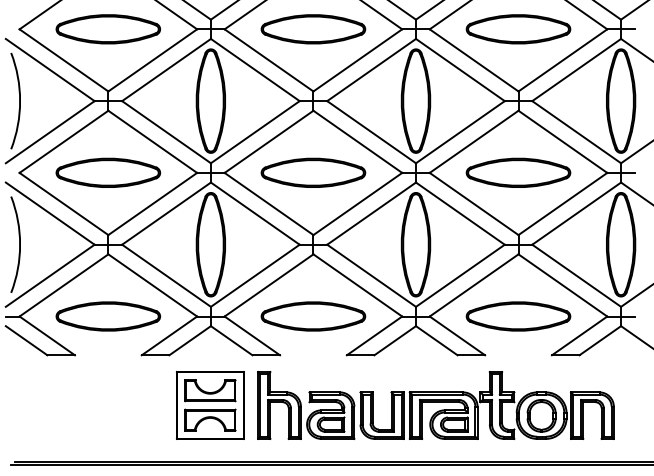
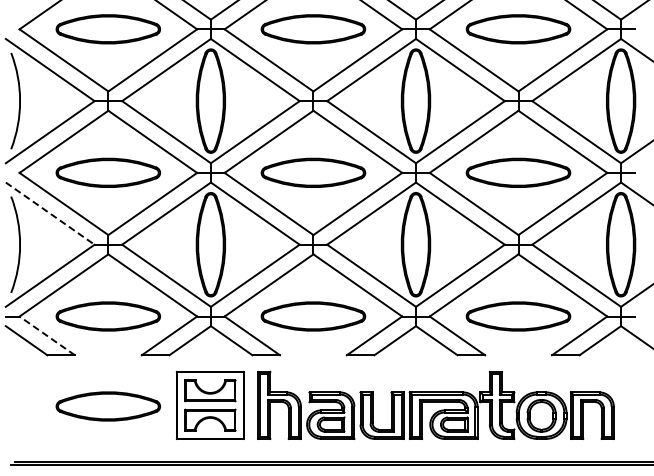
line at (50, 213): solid -> dashed
line at (47, 335): solid -> dashed
part at (108, 406): none -> present
